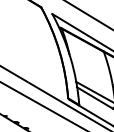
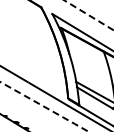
line at (88, 14): solid -> dashed
line at (44, 106): solid -> dashed
